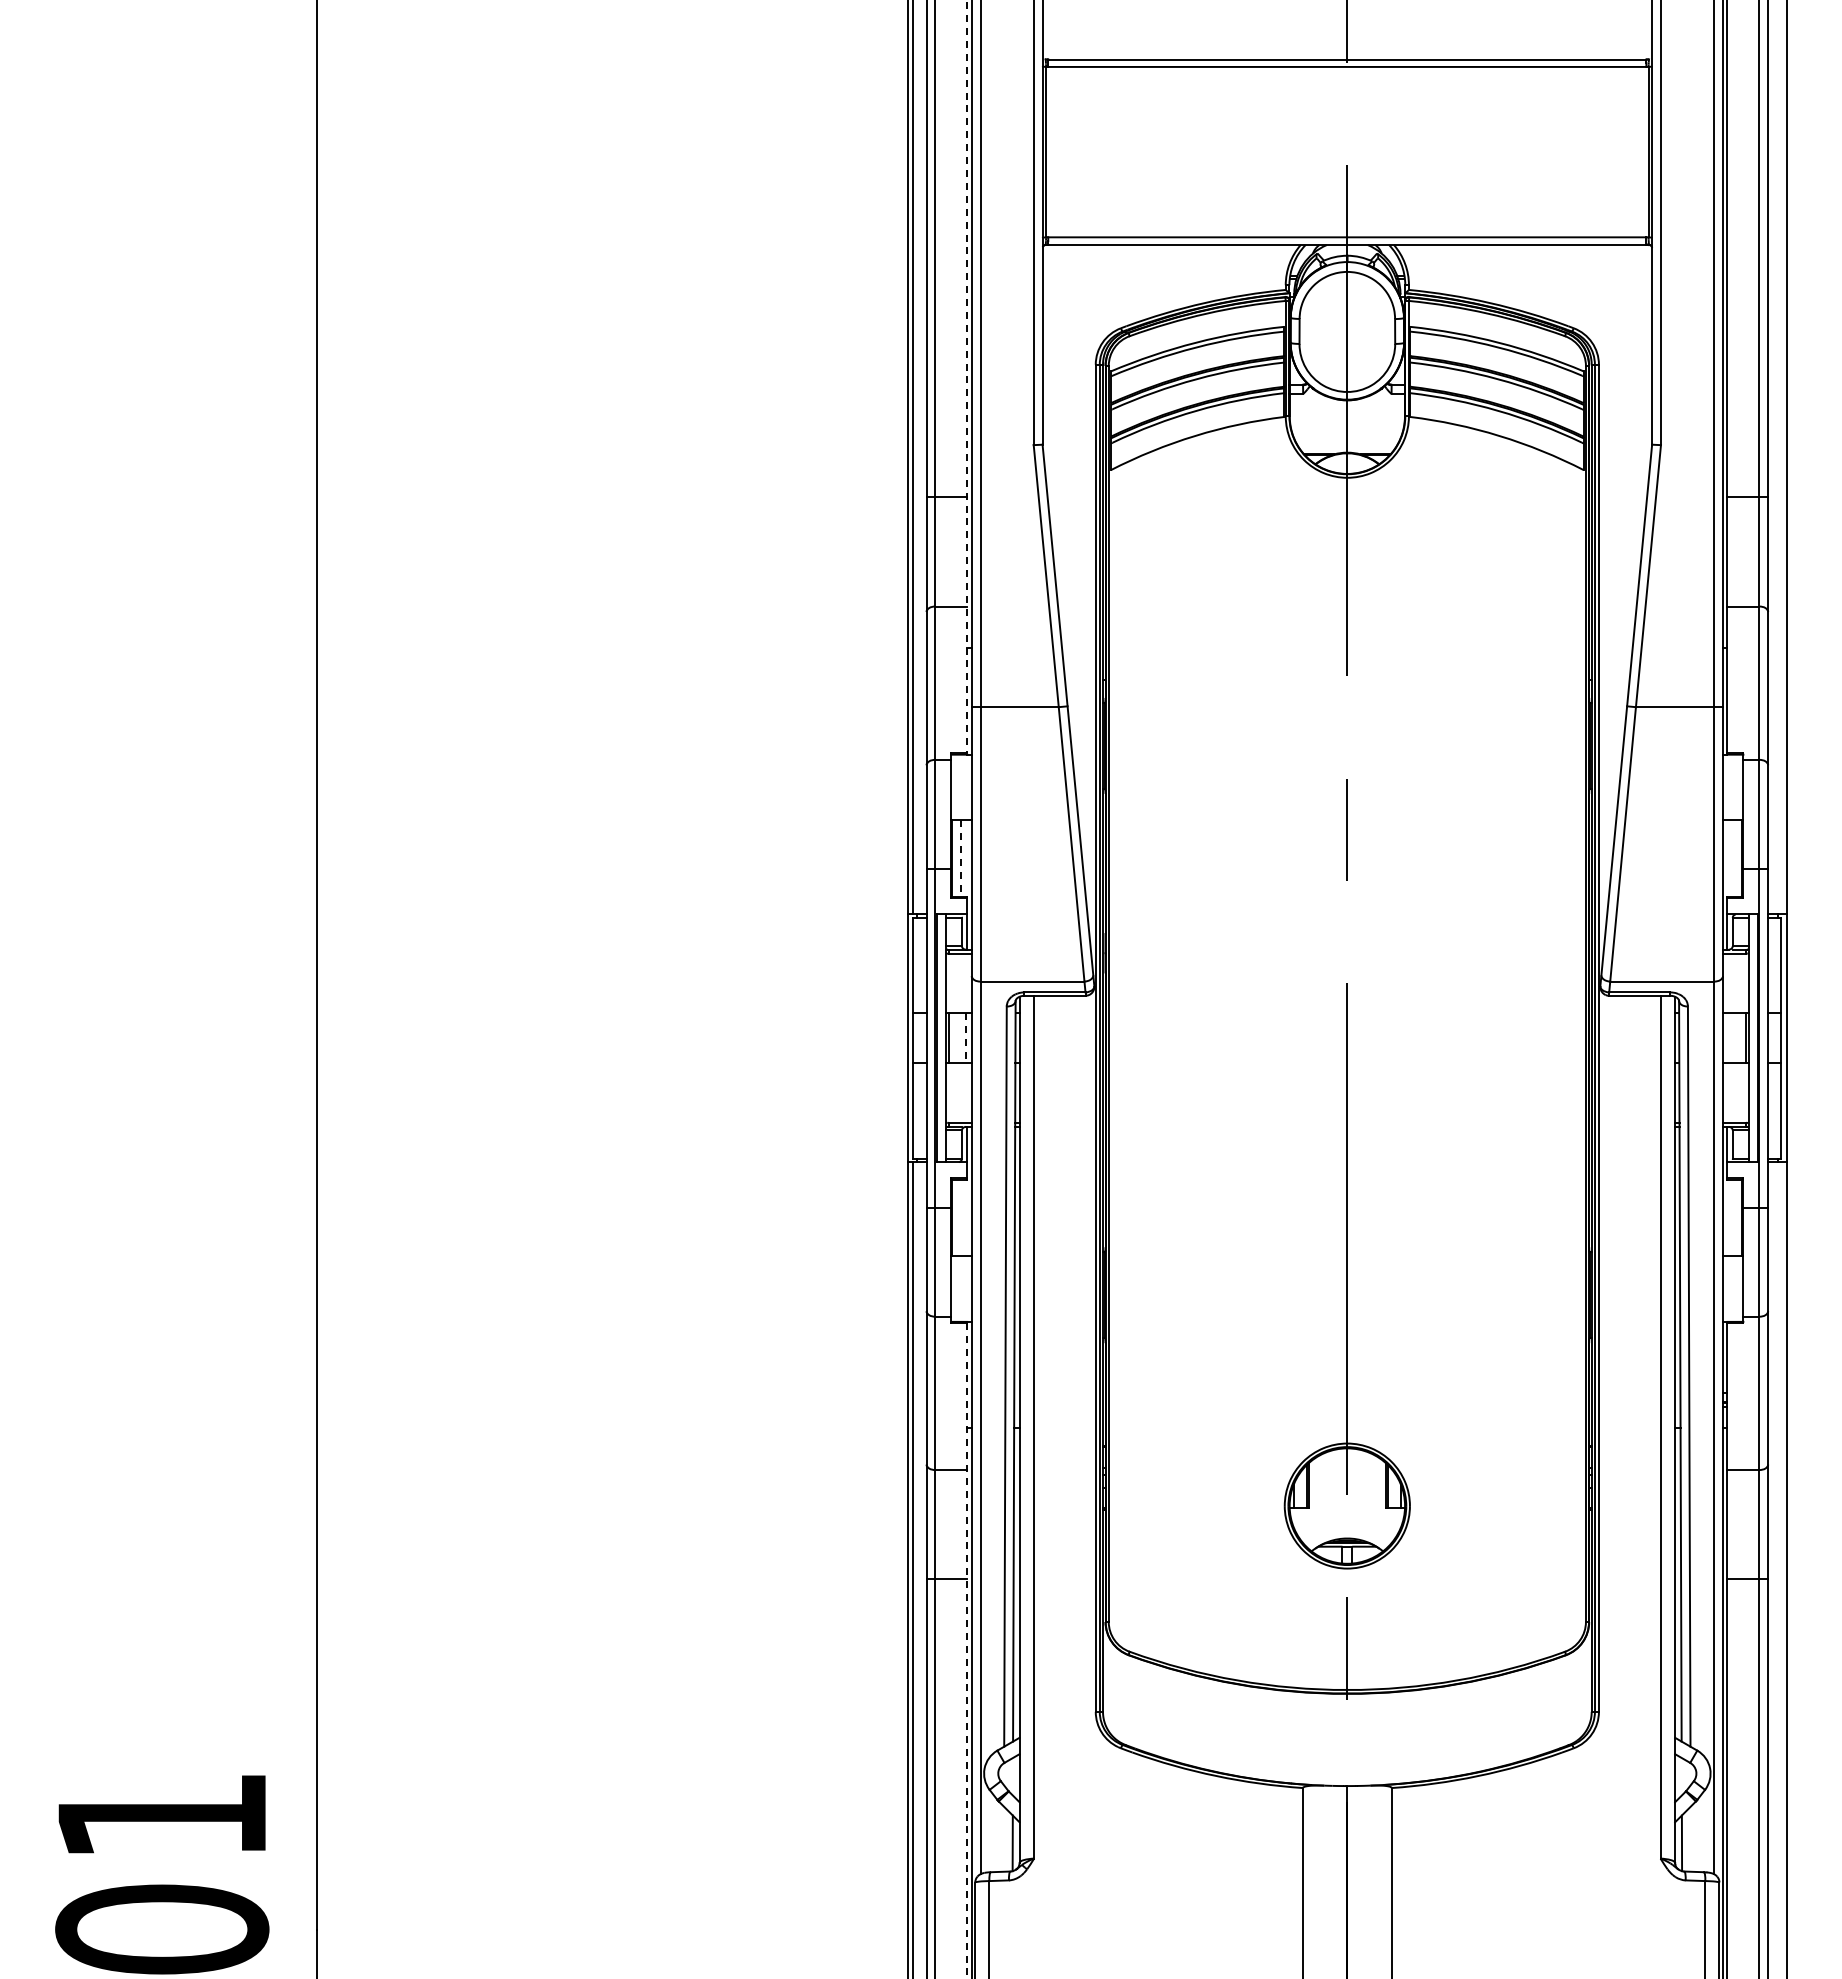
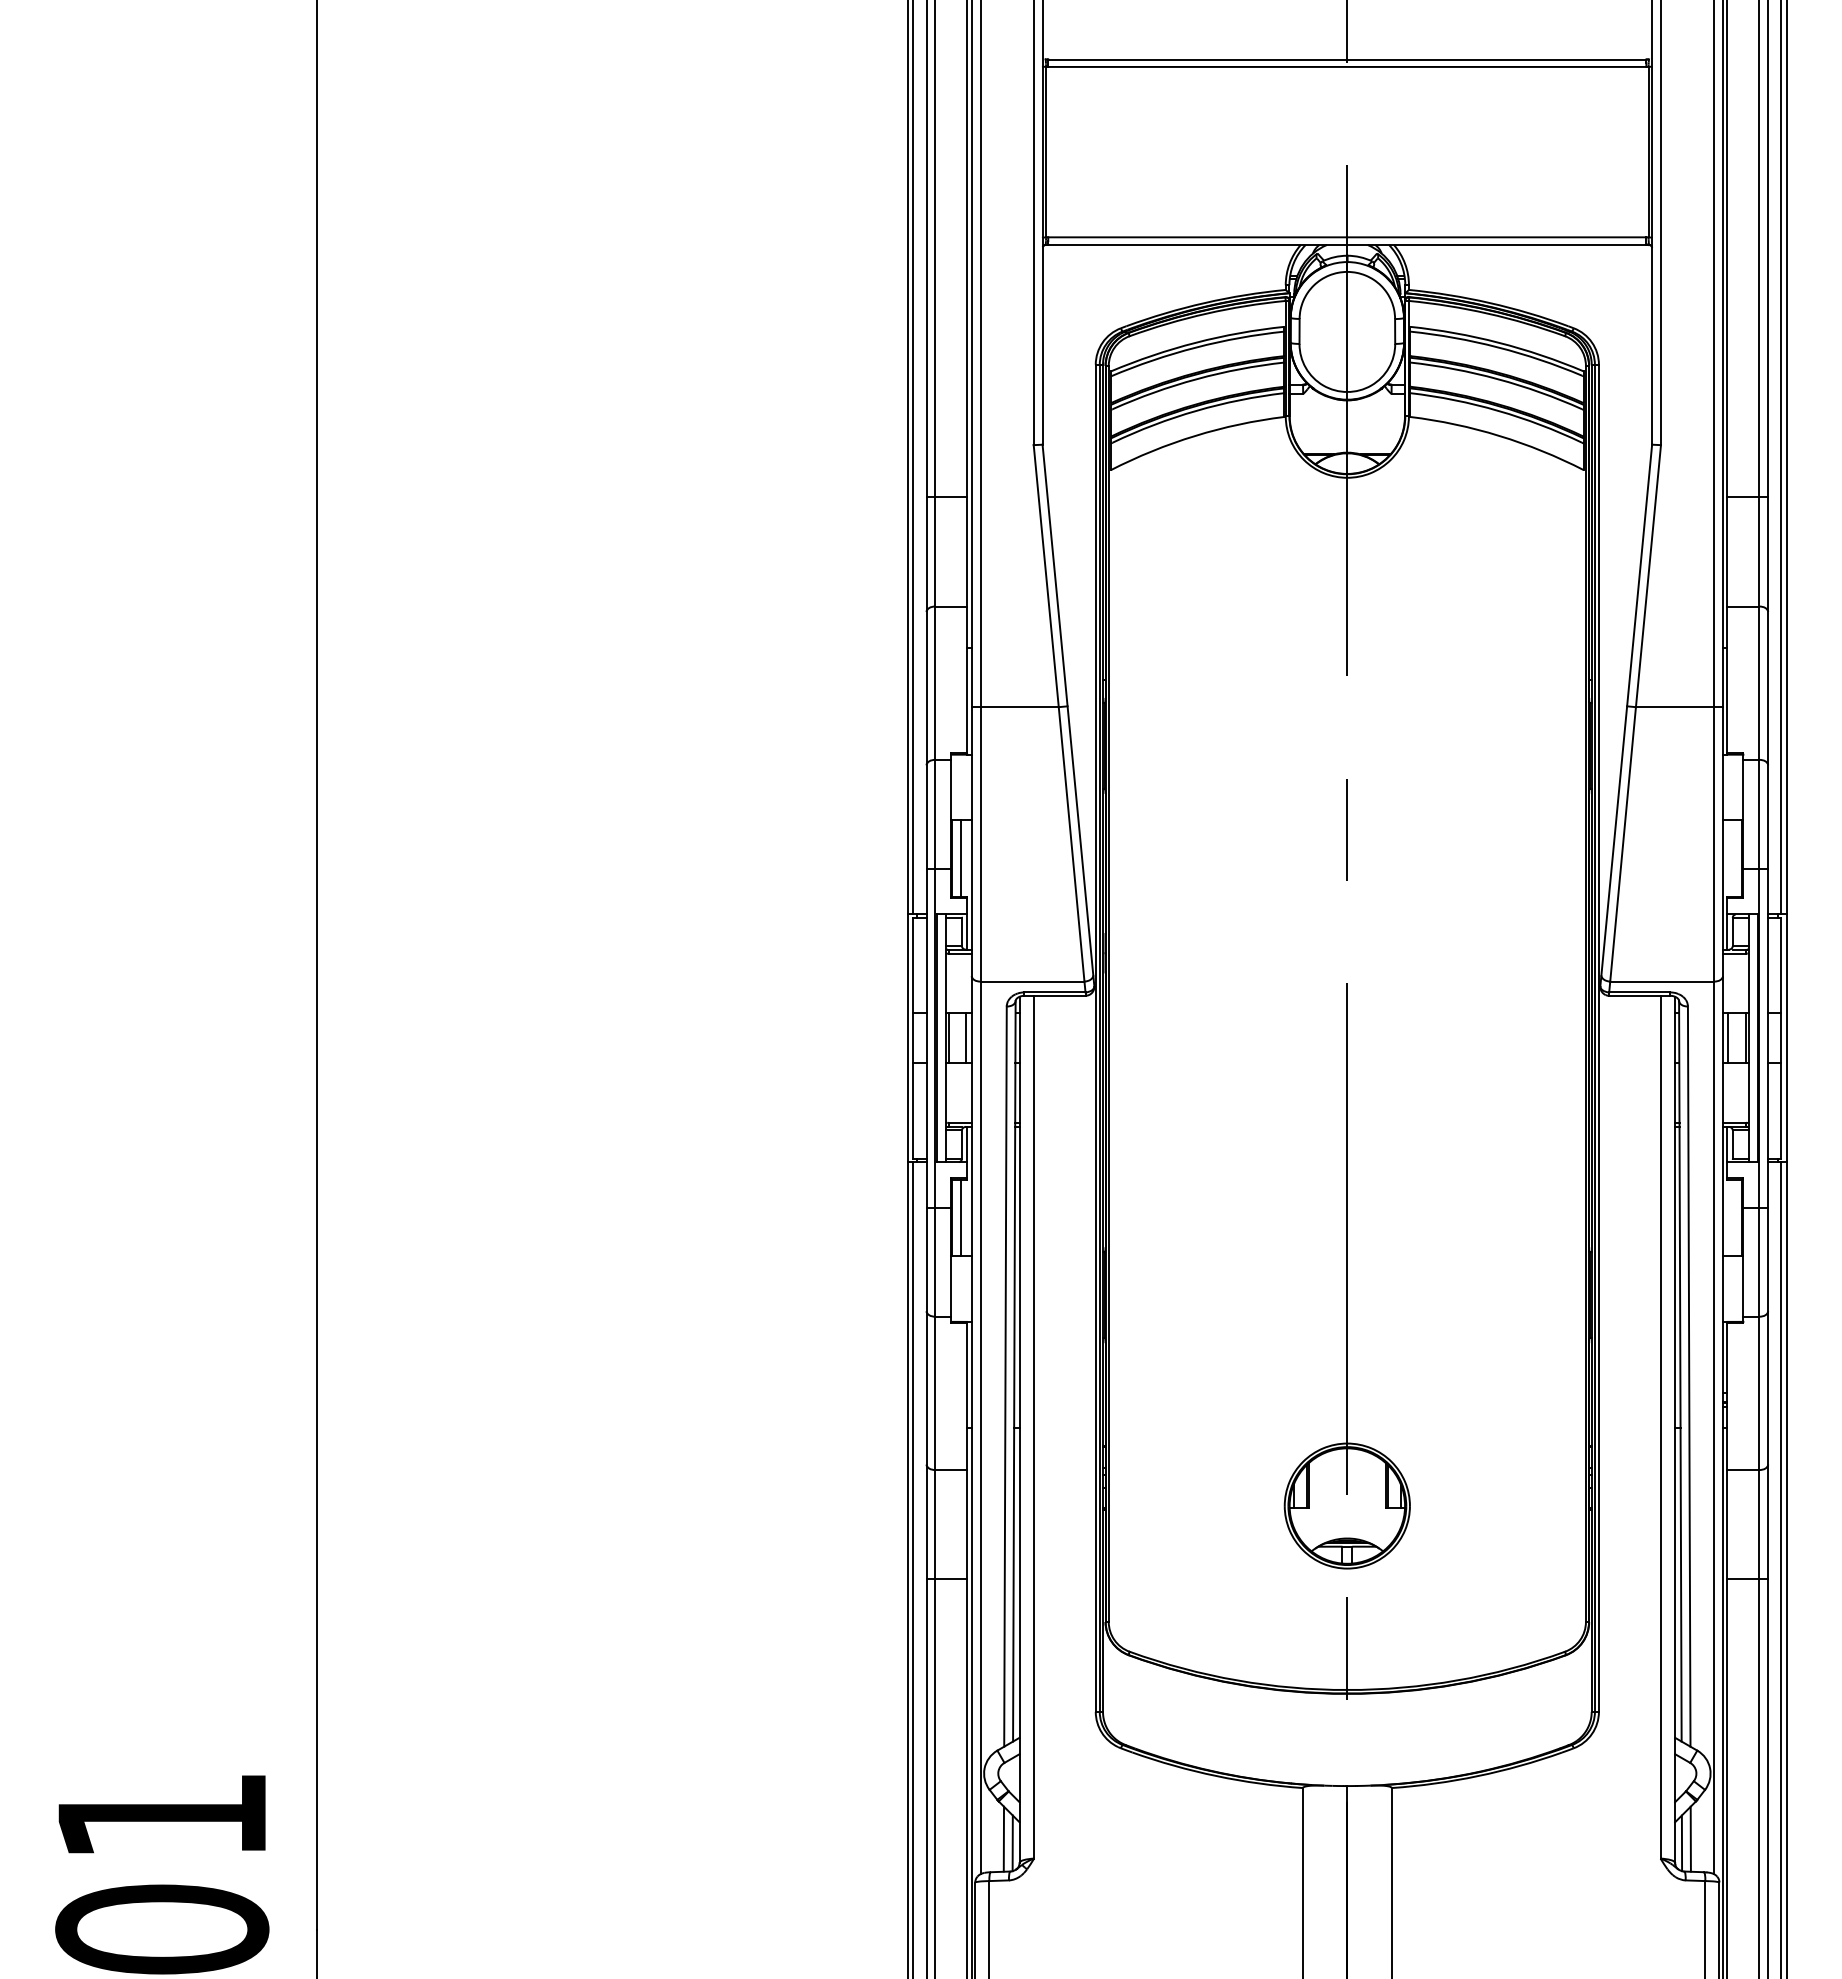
line at (967, 376): dashed -> solid
line at (1781, 458): none -> present
line at (961, 858): dashed -> solid
line at (966, 1038): dashed -> solid
line at (1728, 1038): none -> present
line at (961, 1218): none -> present
line at (1781, 1568): none -> present
line at (967, 1650): dashed -> solid
line at (1003, 1838): none -> present
line at (1690, 1838): none -> present
